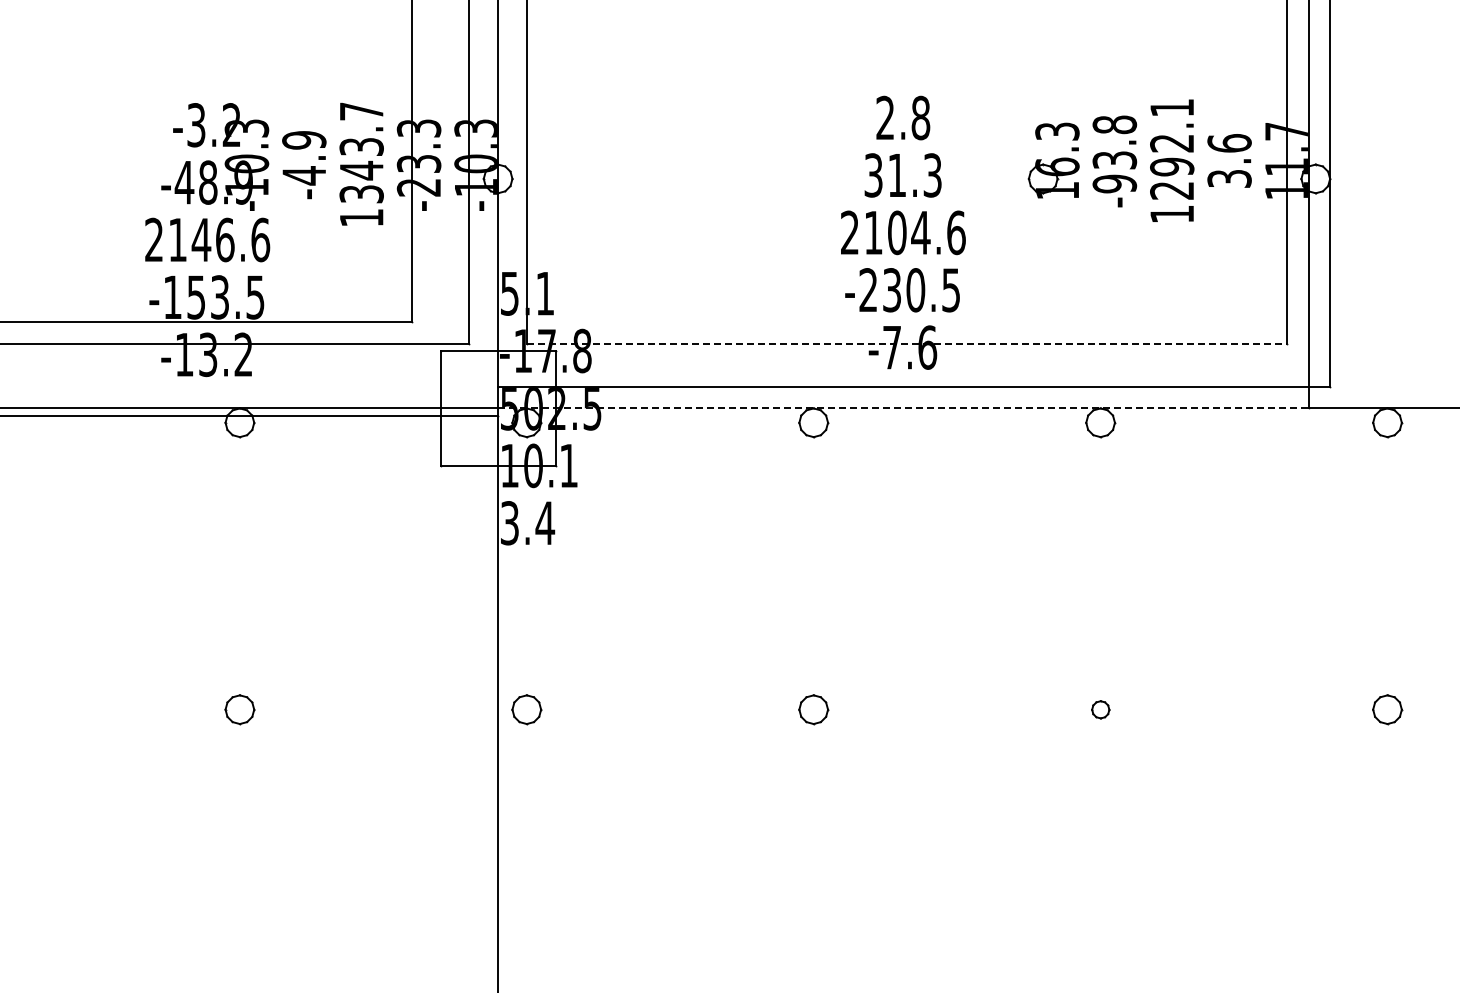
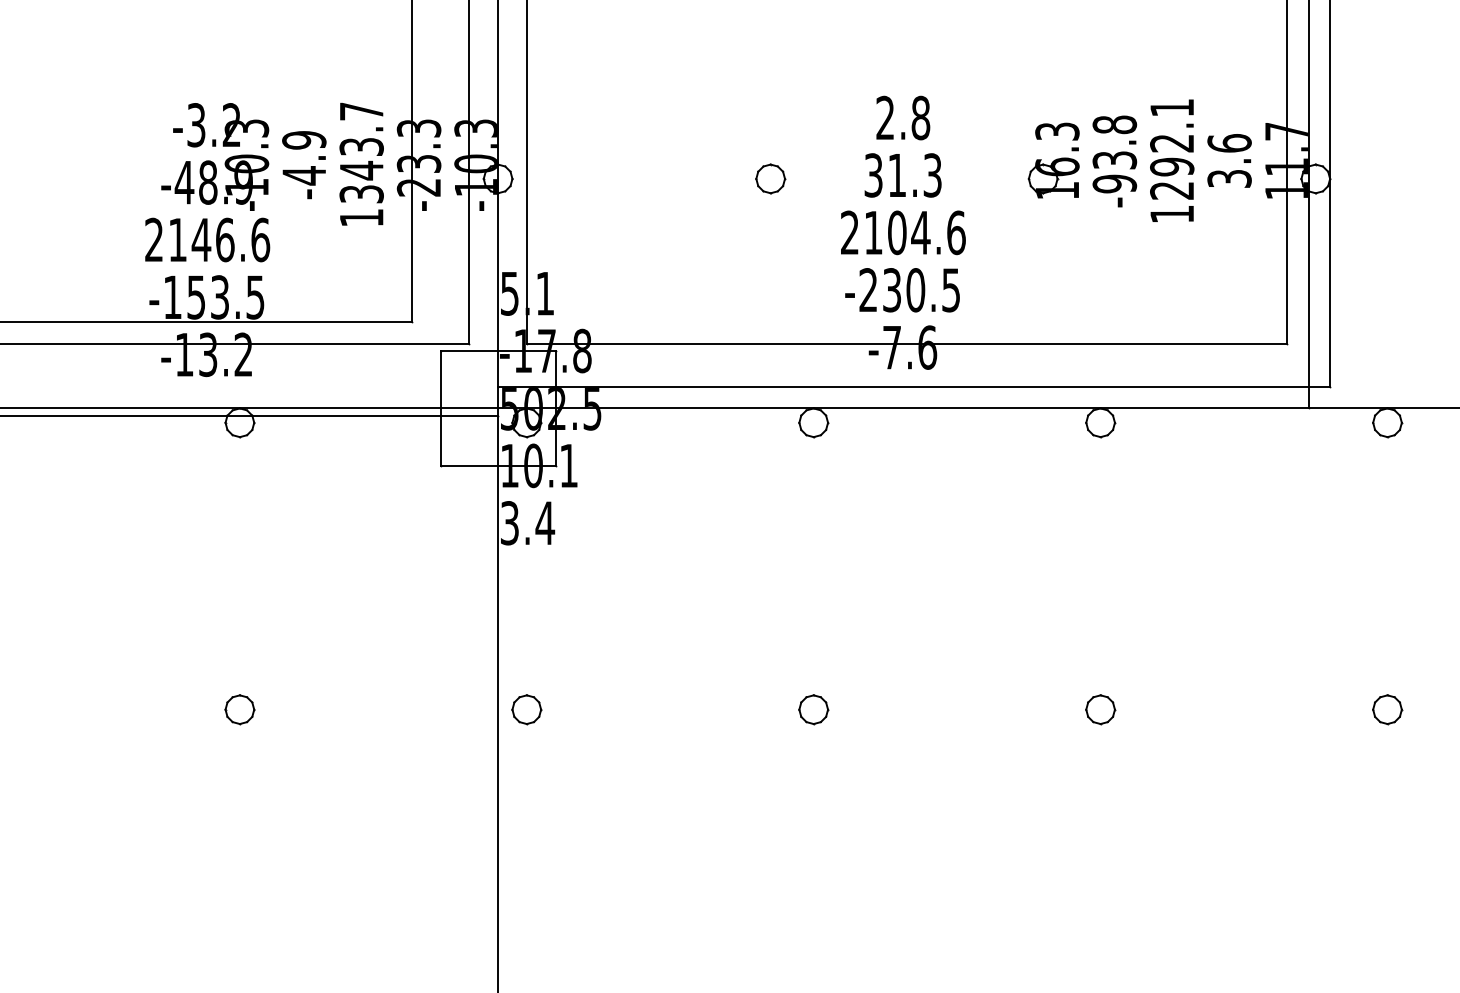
part at (770, 178): none -> present
line at (907, 343): dashed -> solid
line at (903, 408): dashed -> solid
part at (1100, 709) size: 20x20 px -> 32x32 px
